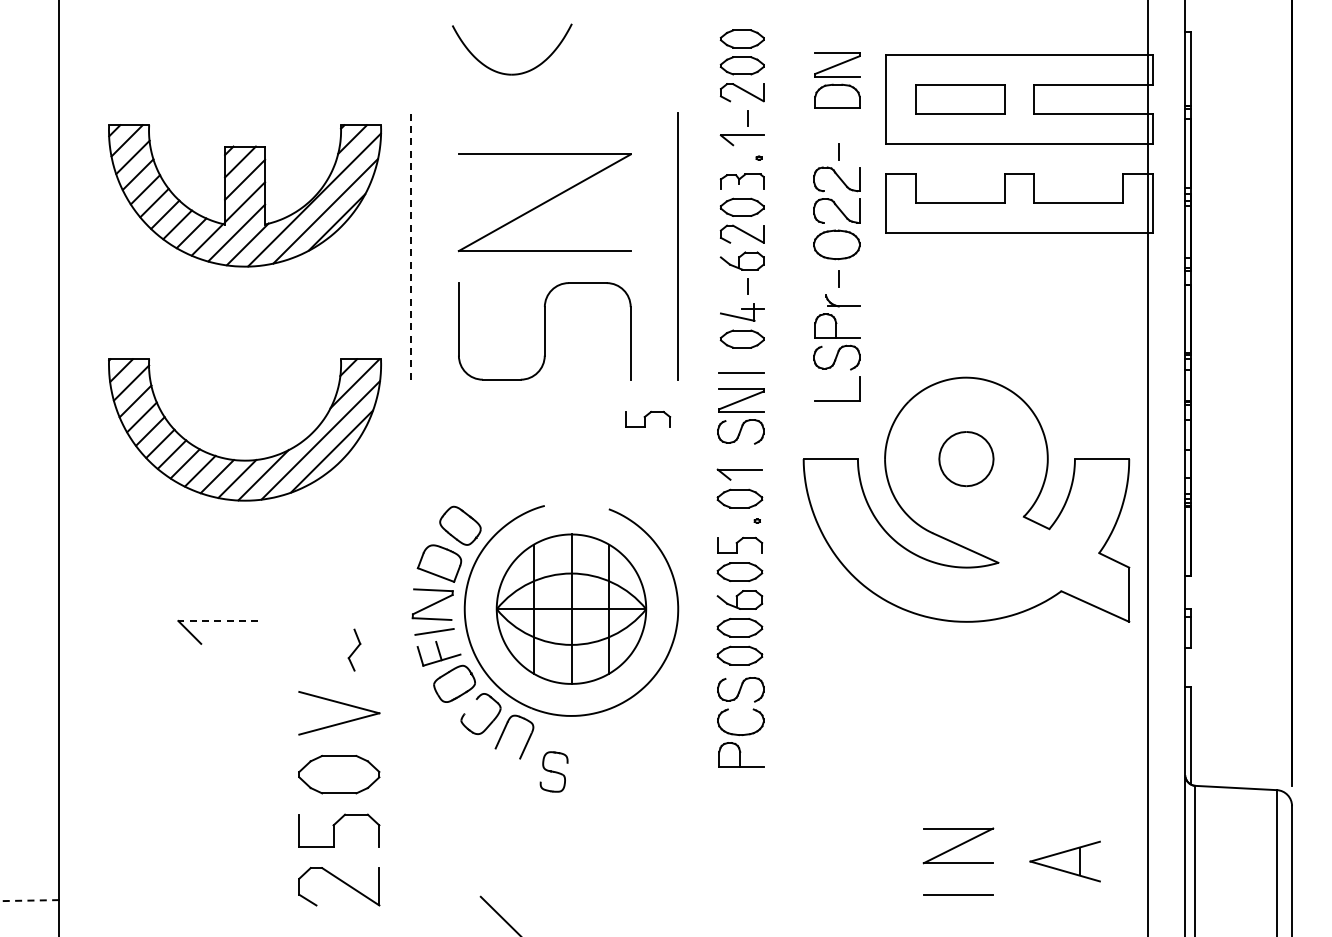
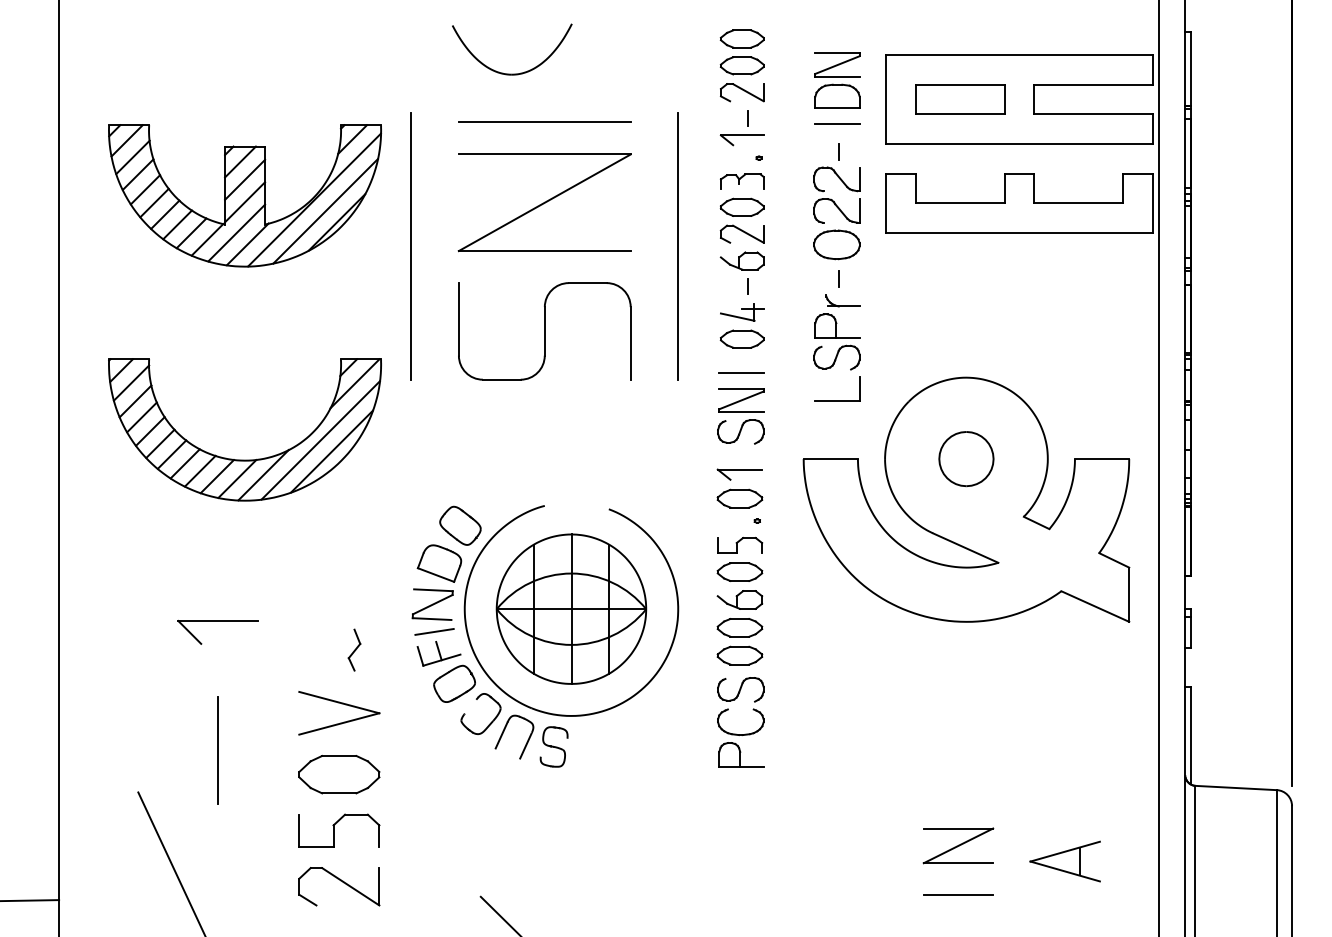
line at (544, 122): none -> present
line at (837, 123): none -> present
line at (411, 245): dashed -> solid
part at (648, 419): present -> none
line at (1148, 467) position: (1148, 467) -> (1159, 467)
line at (217, 621): dashed -> solid
line at (218, 750): none -> present
part at (553, 771) position: (553, 771) -> (553, 746)
line at (170, 862): none -> present
line at (29, 900): dashed -> solid
